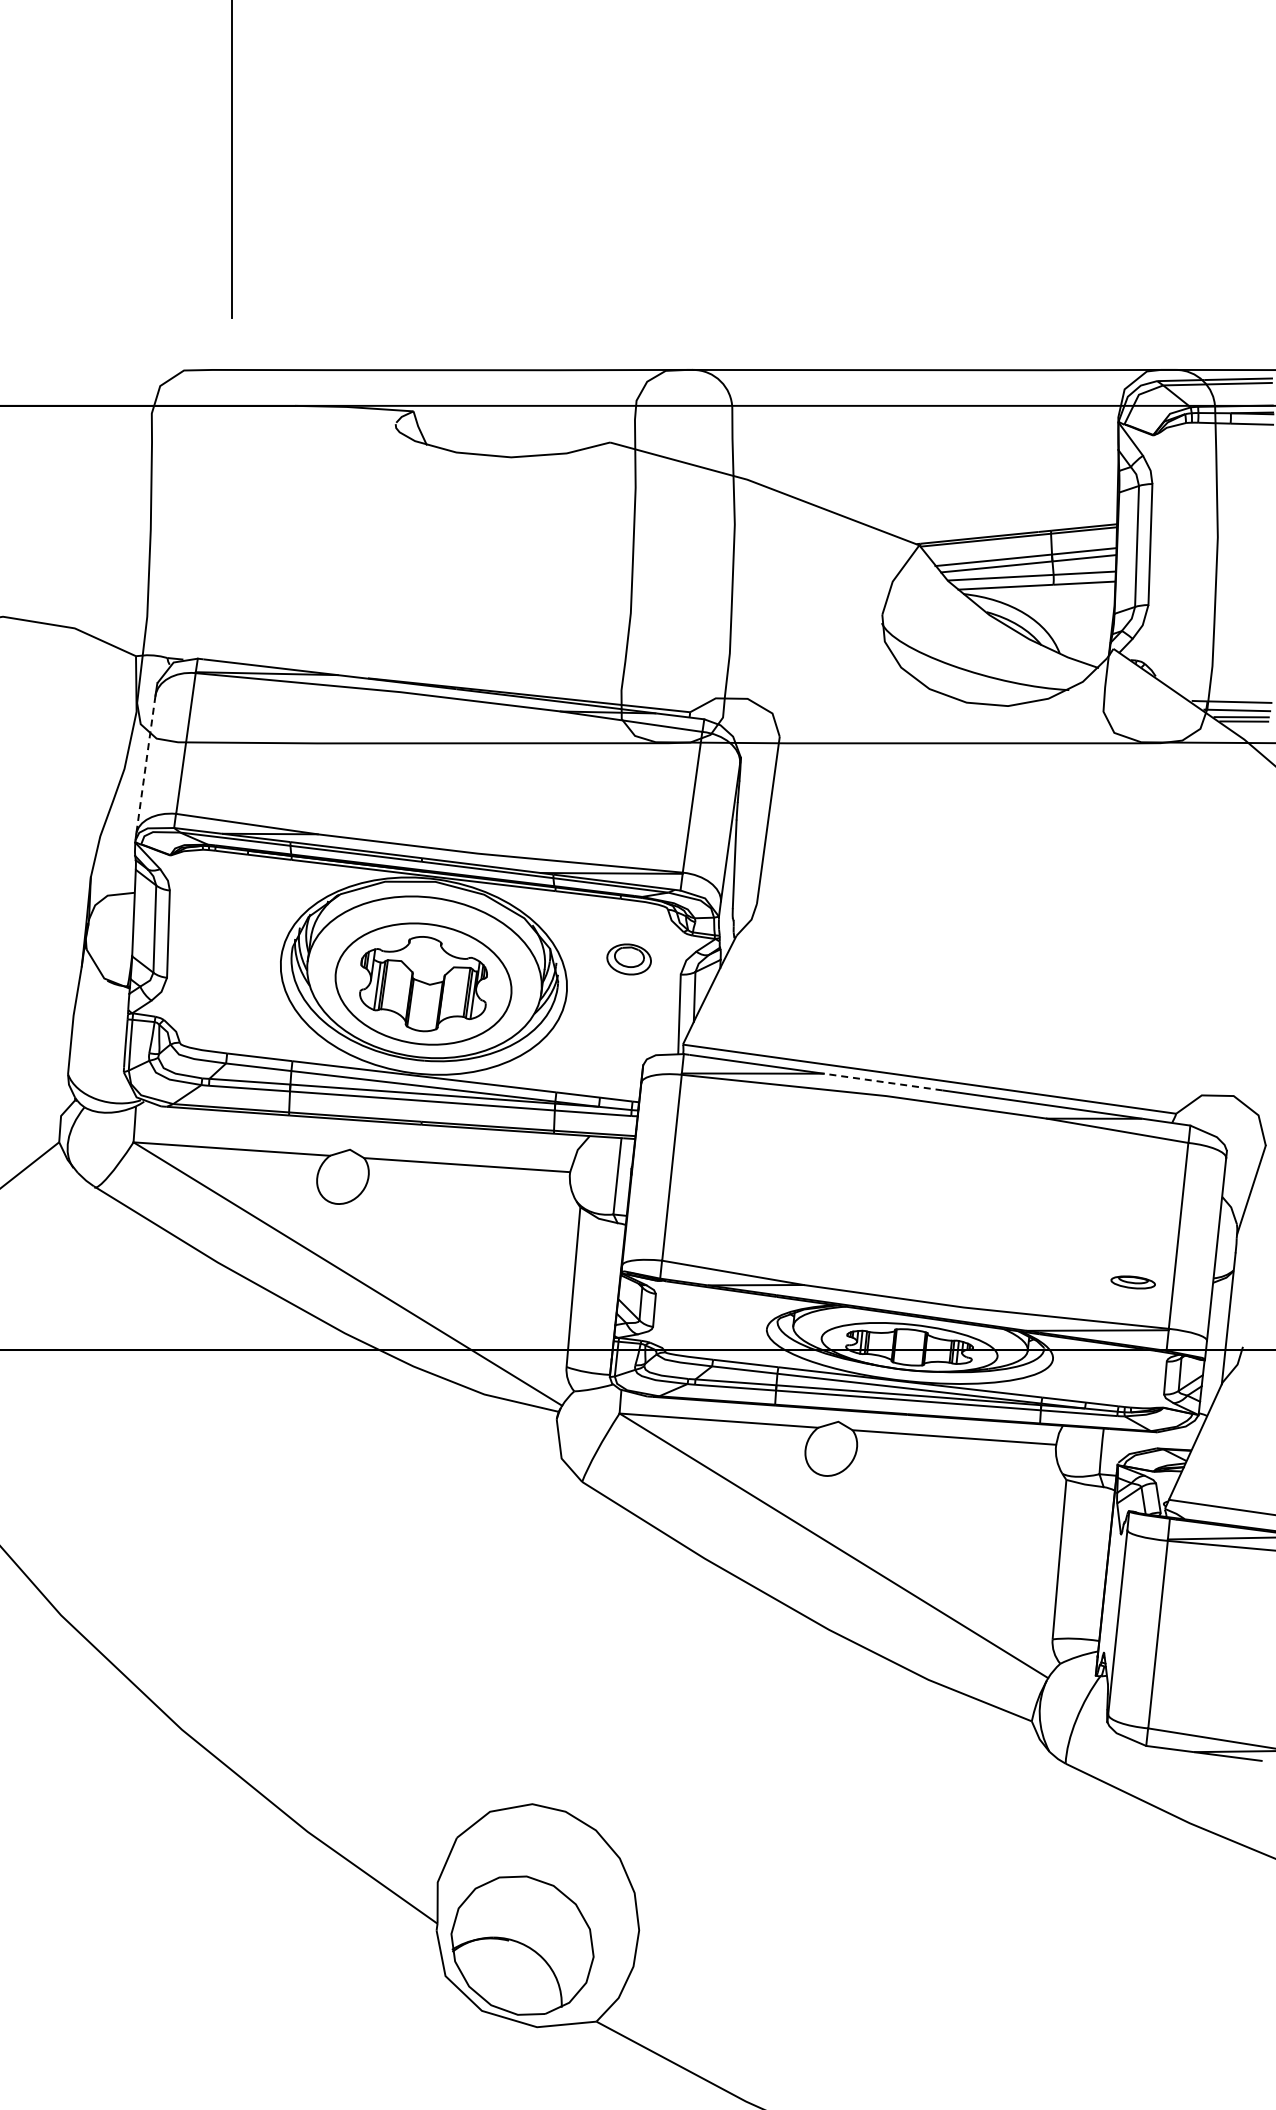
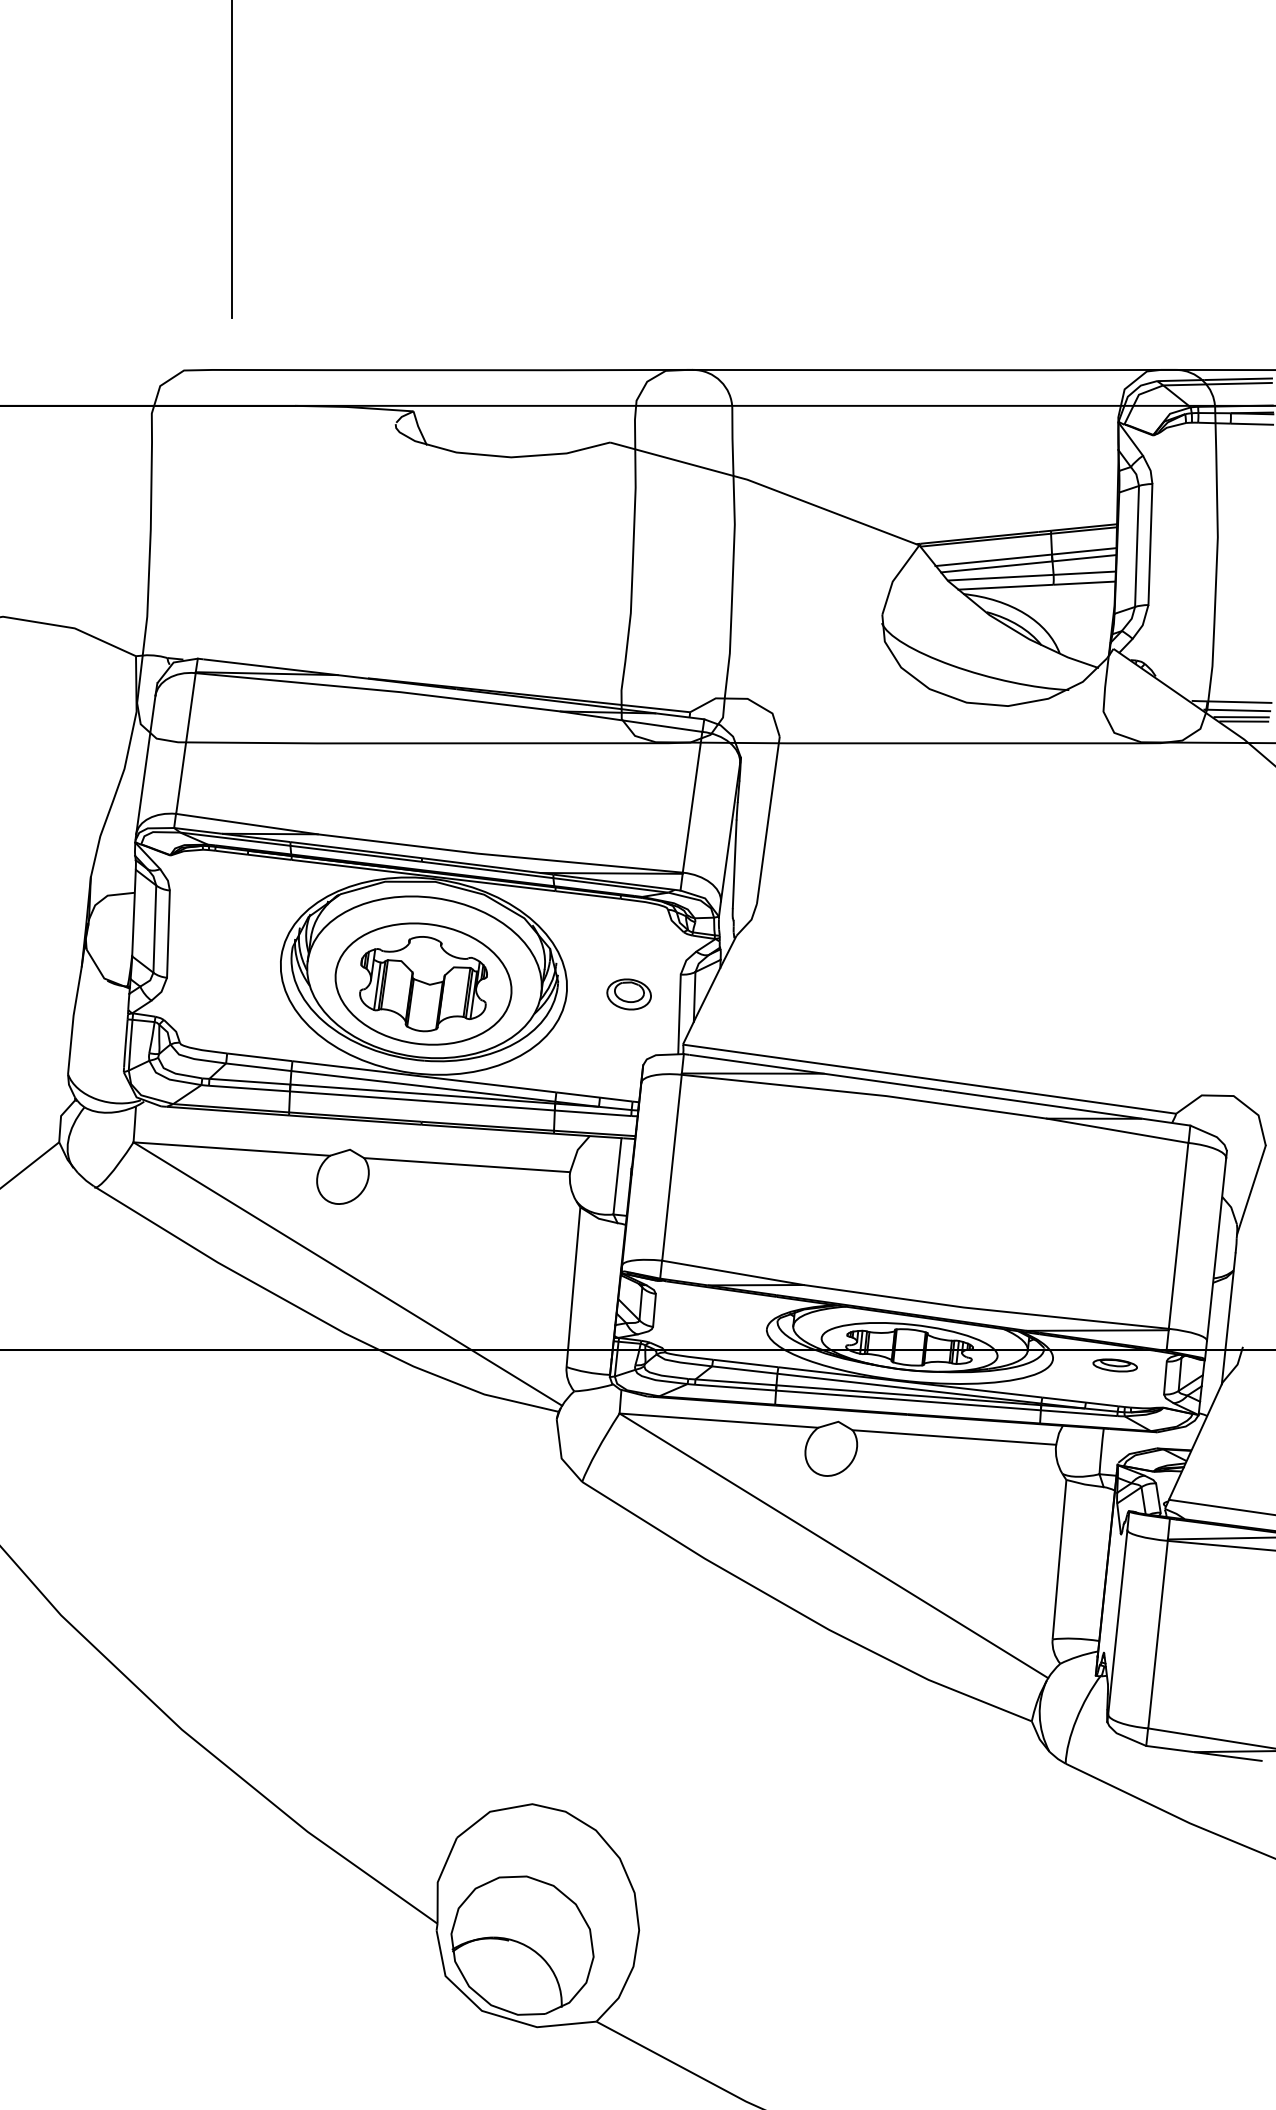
line at (145, 765): dashed -> solid
part at (628, 959) position: (628, 959) -> (628, 994)
line at (882, 1082): dashed -> solid
part at (1132, 1282) position: (1132, 1282) -> (1114, 1365)
